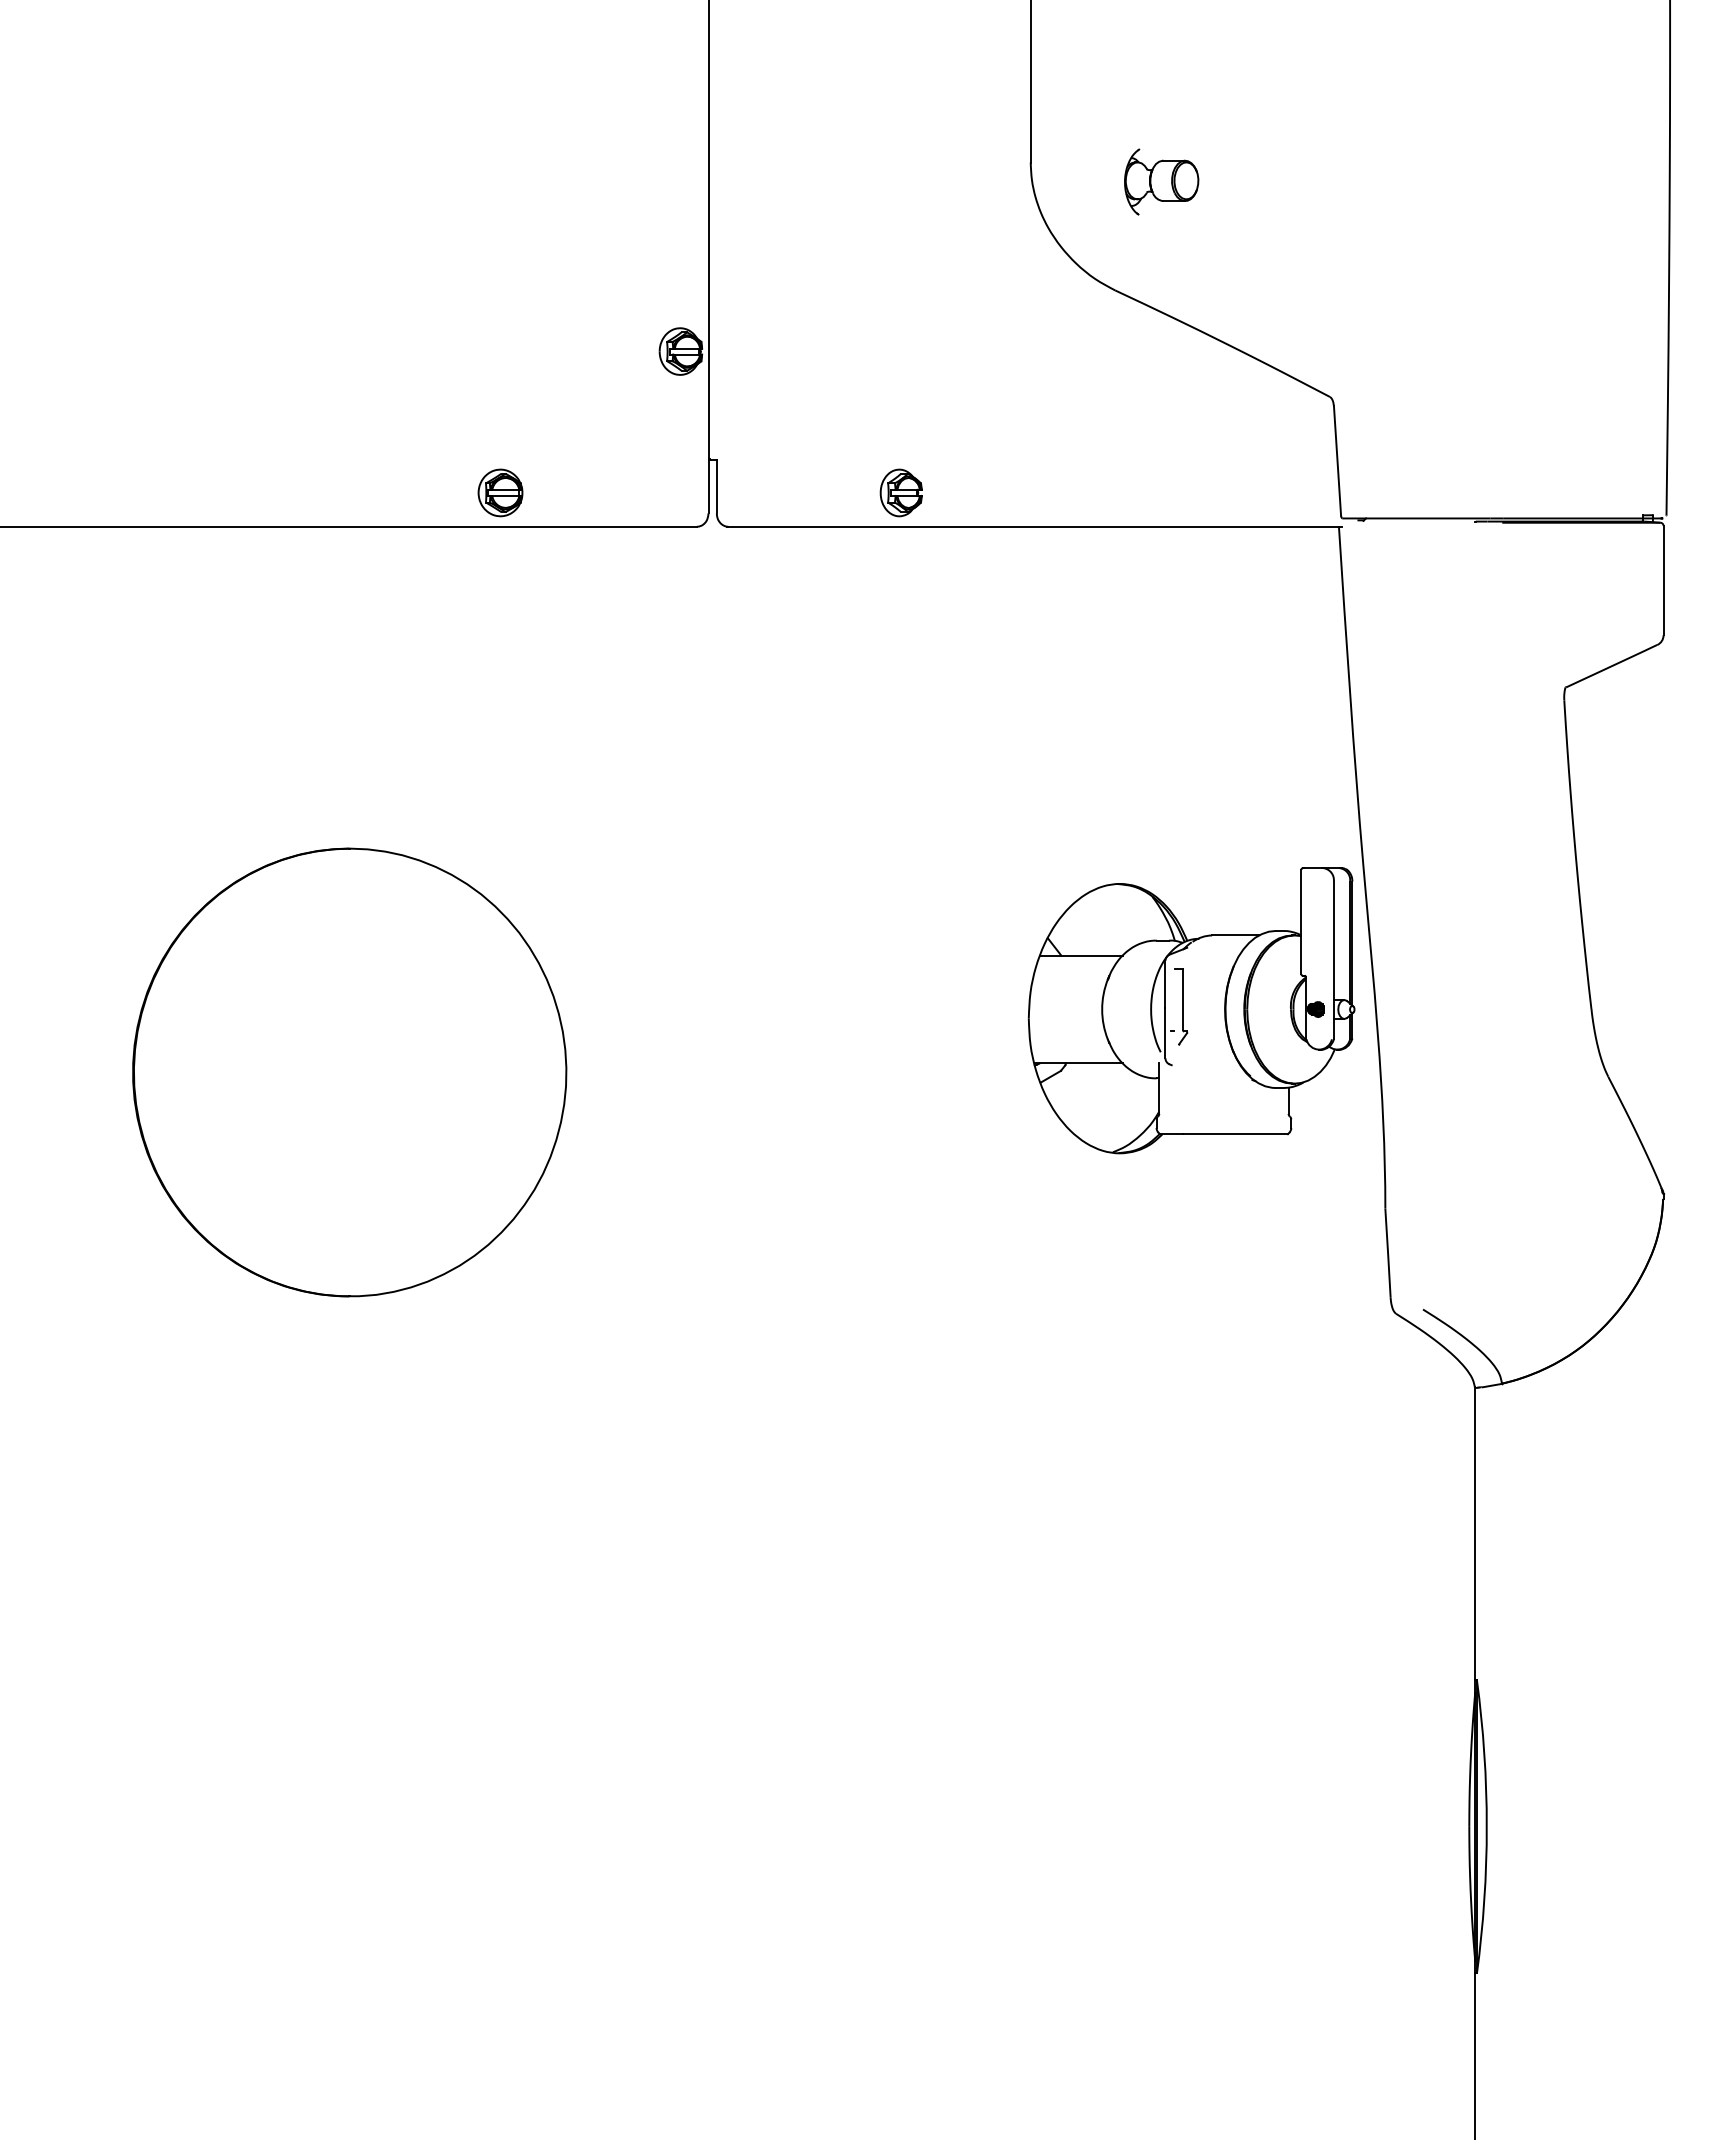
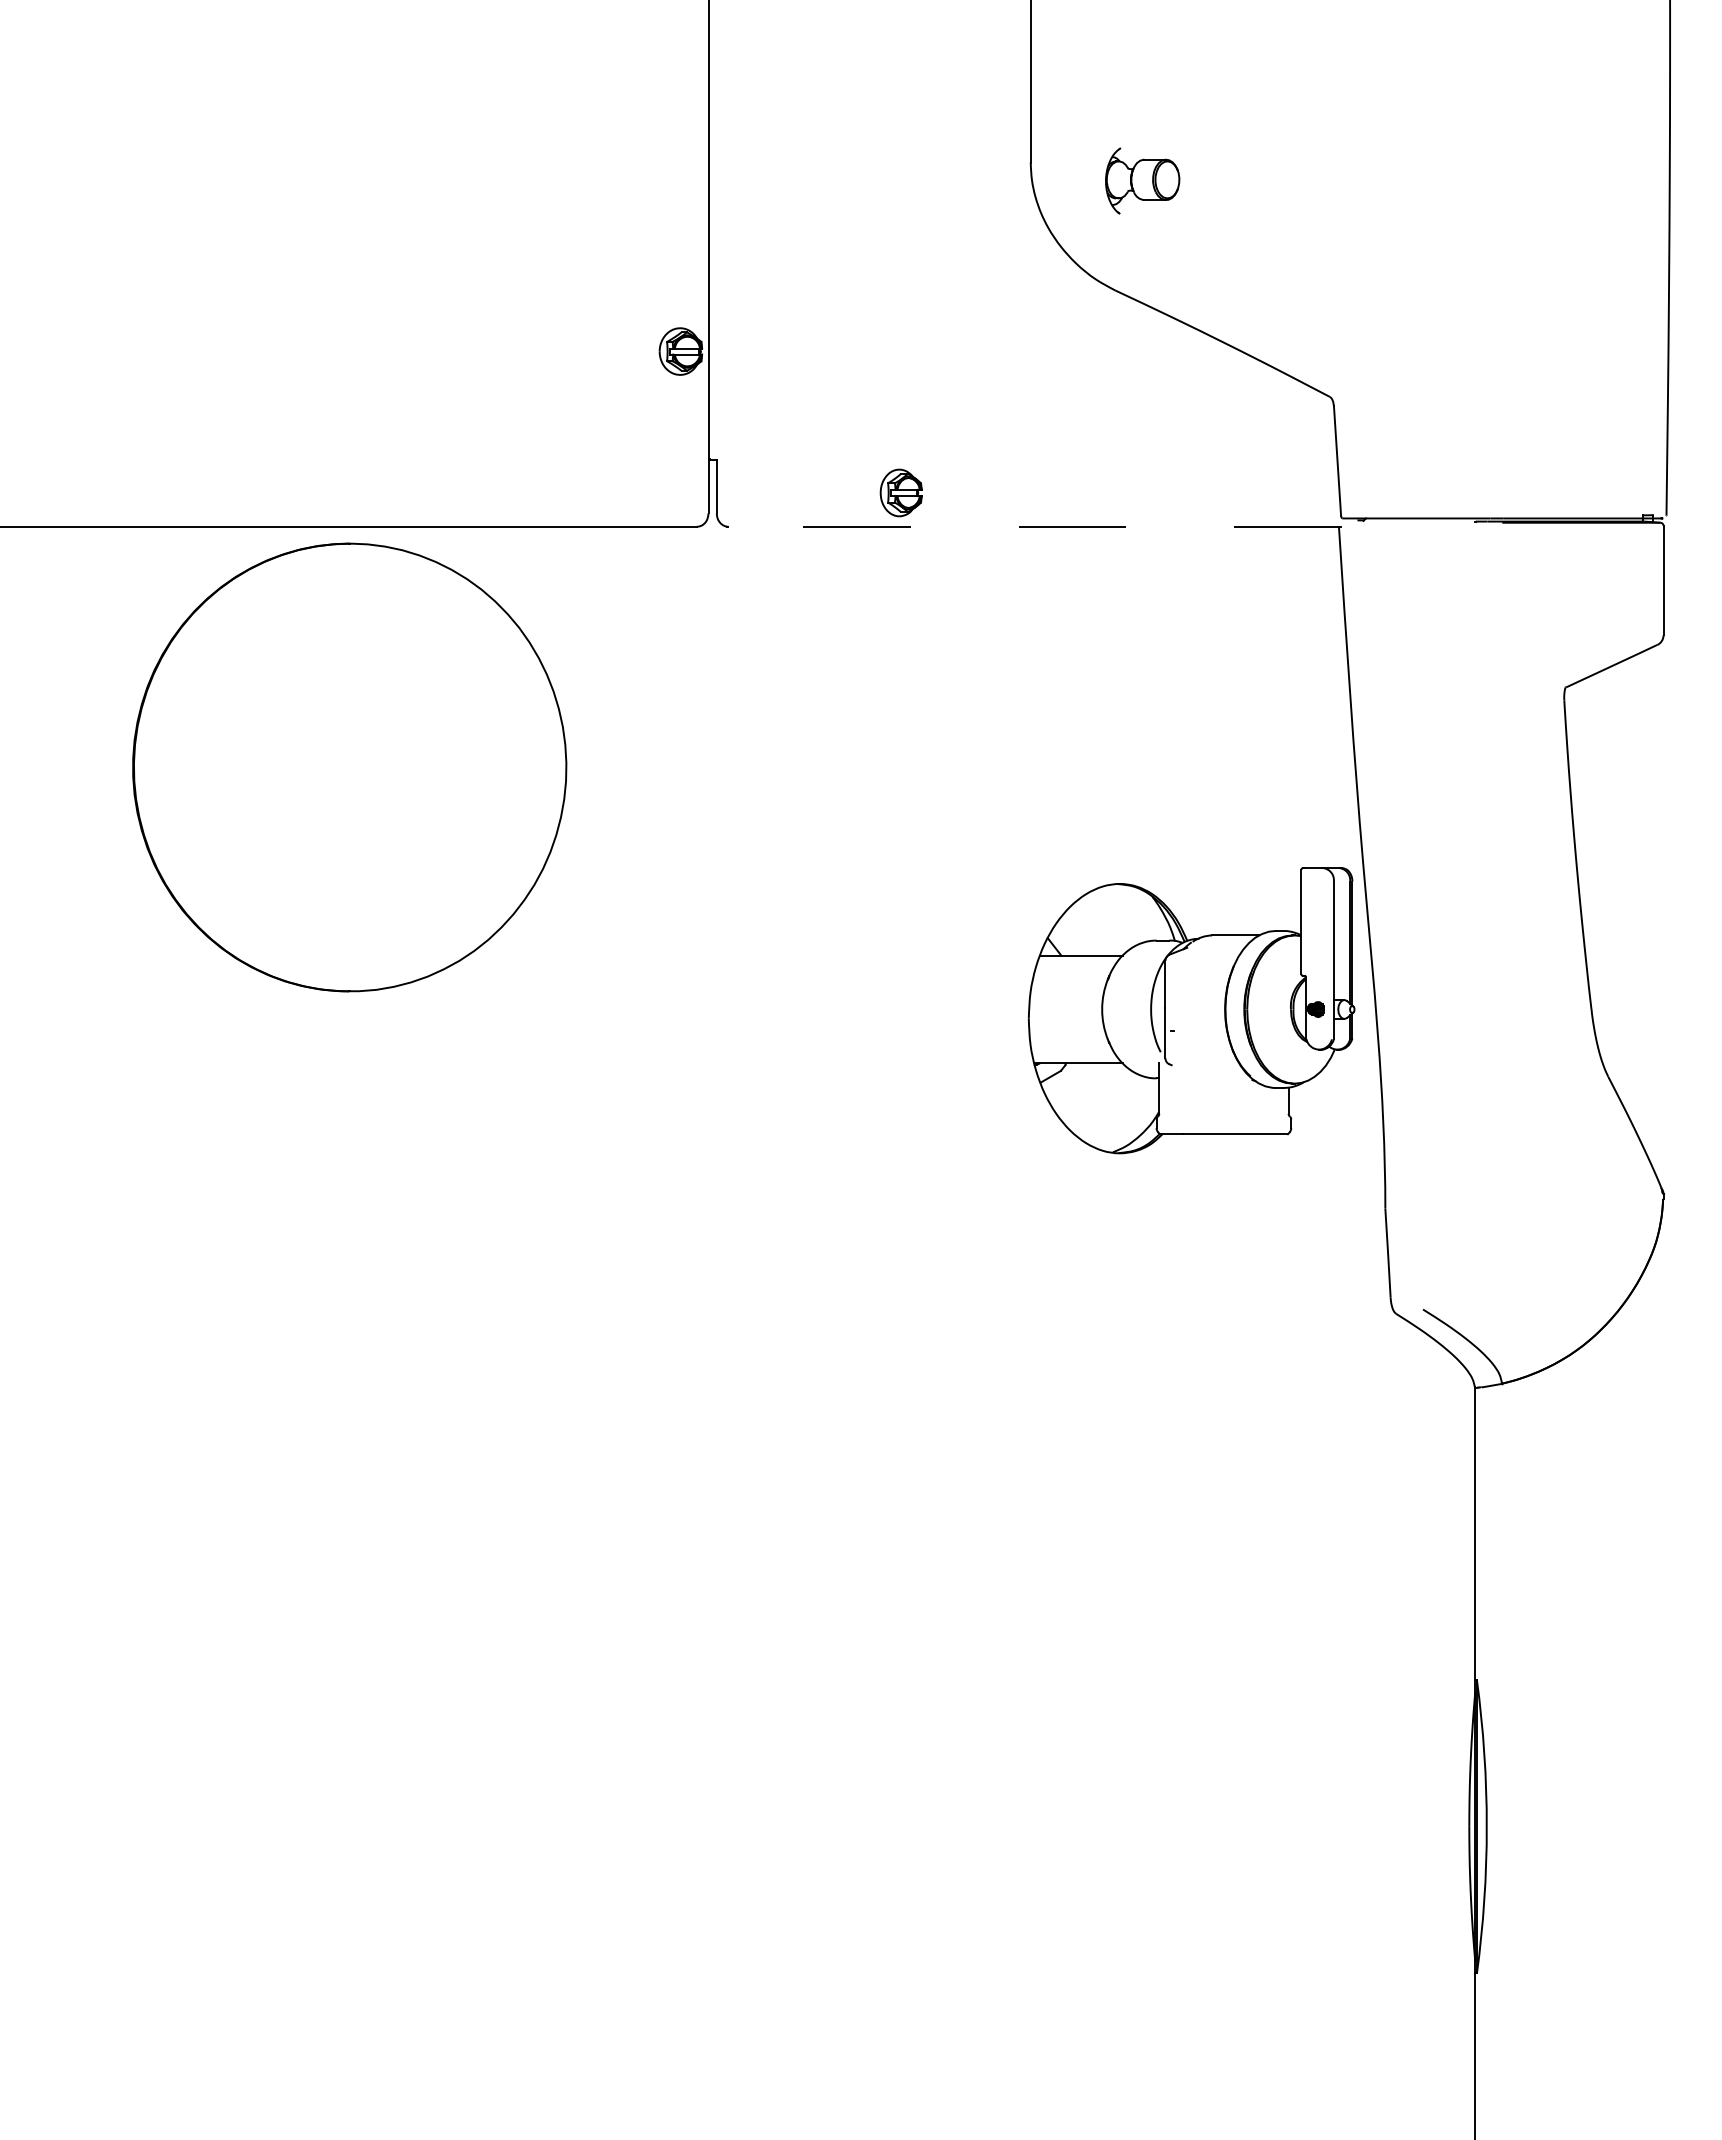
part at (1161, 181) position: (1161, 181) -> (1142, 180)
part at (500, 492): present -> none
line at (1035, 526): solid -> dashed
part at (1181, 1006): present -> none
part at (349, 1072) position: (349, 1072) -> (349, 767)
